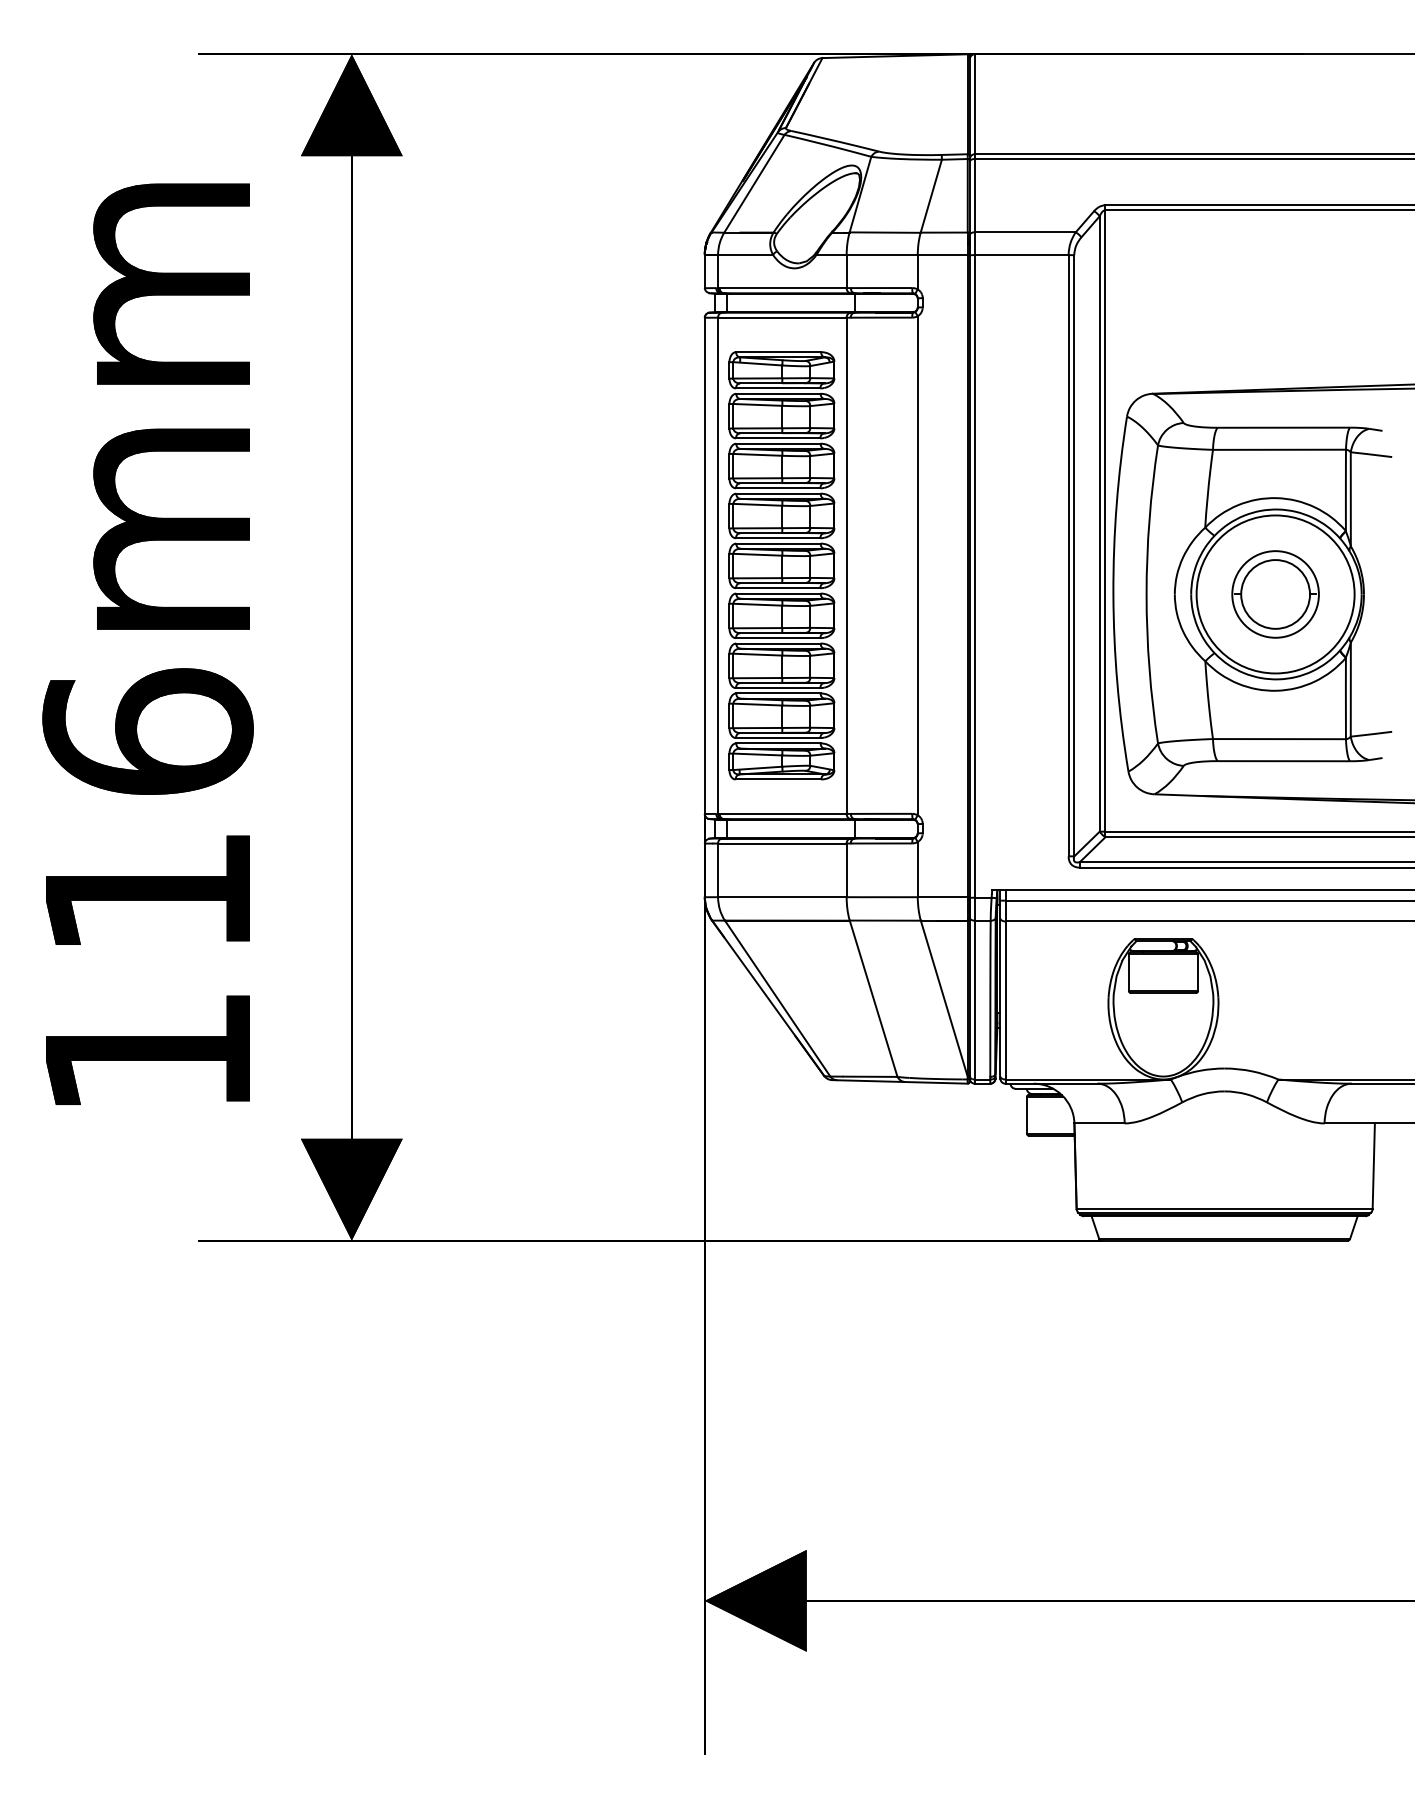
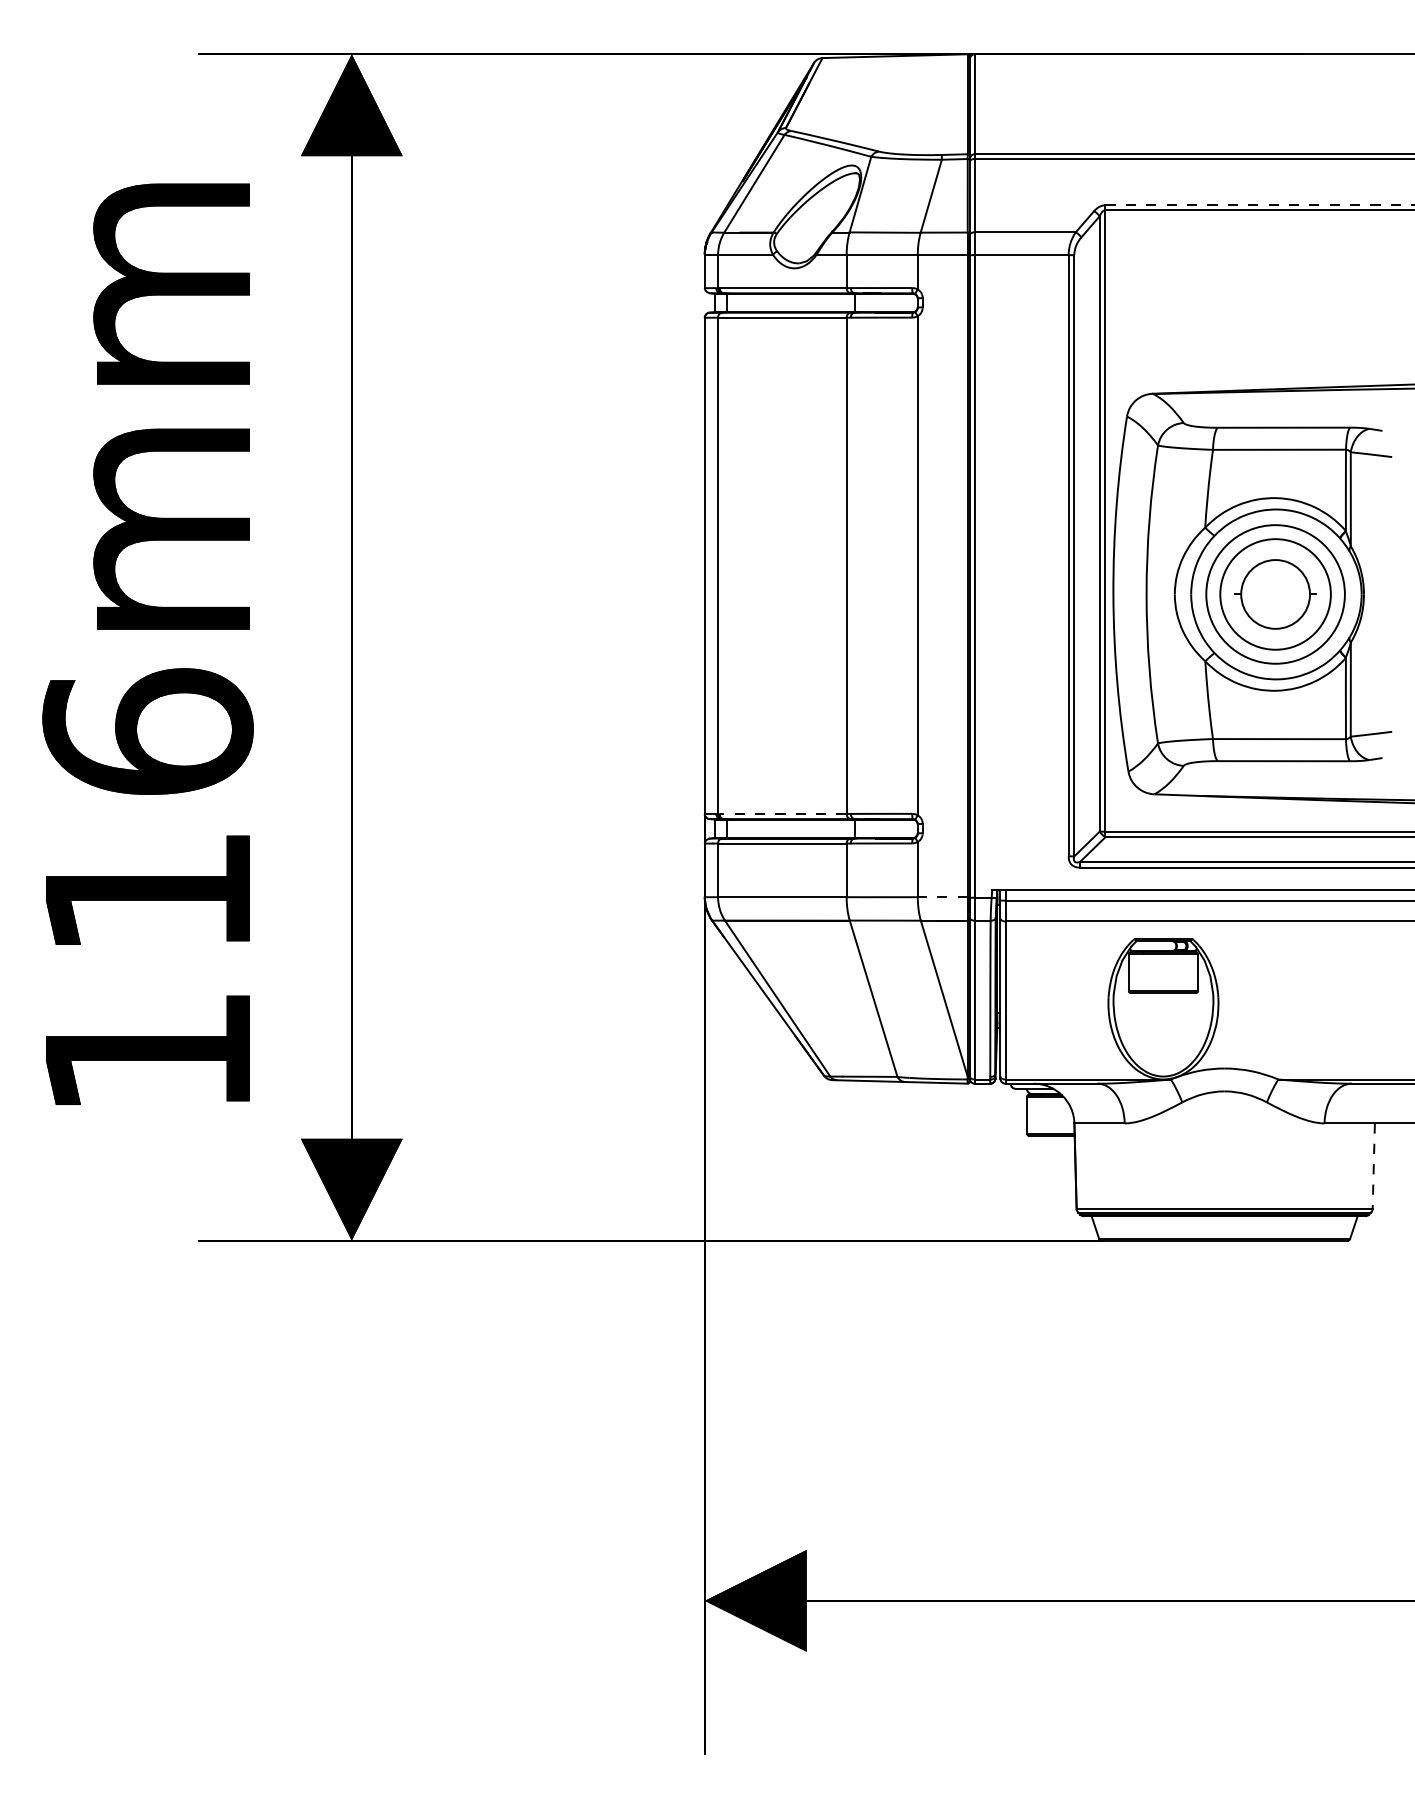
line at (1260, 205): solid -> dashed
part at (781, 565): present -> none
circle at (1275, 594) diameter: 158 px -> 111 px
circle at (1275, 594) diameter: 87 px -> 139 px
line at (782, 813): solid -> dashed
line at (942, 897): solid -> dashed
line at (1373, 1166): solid -> dashed
